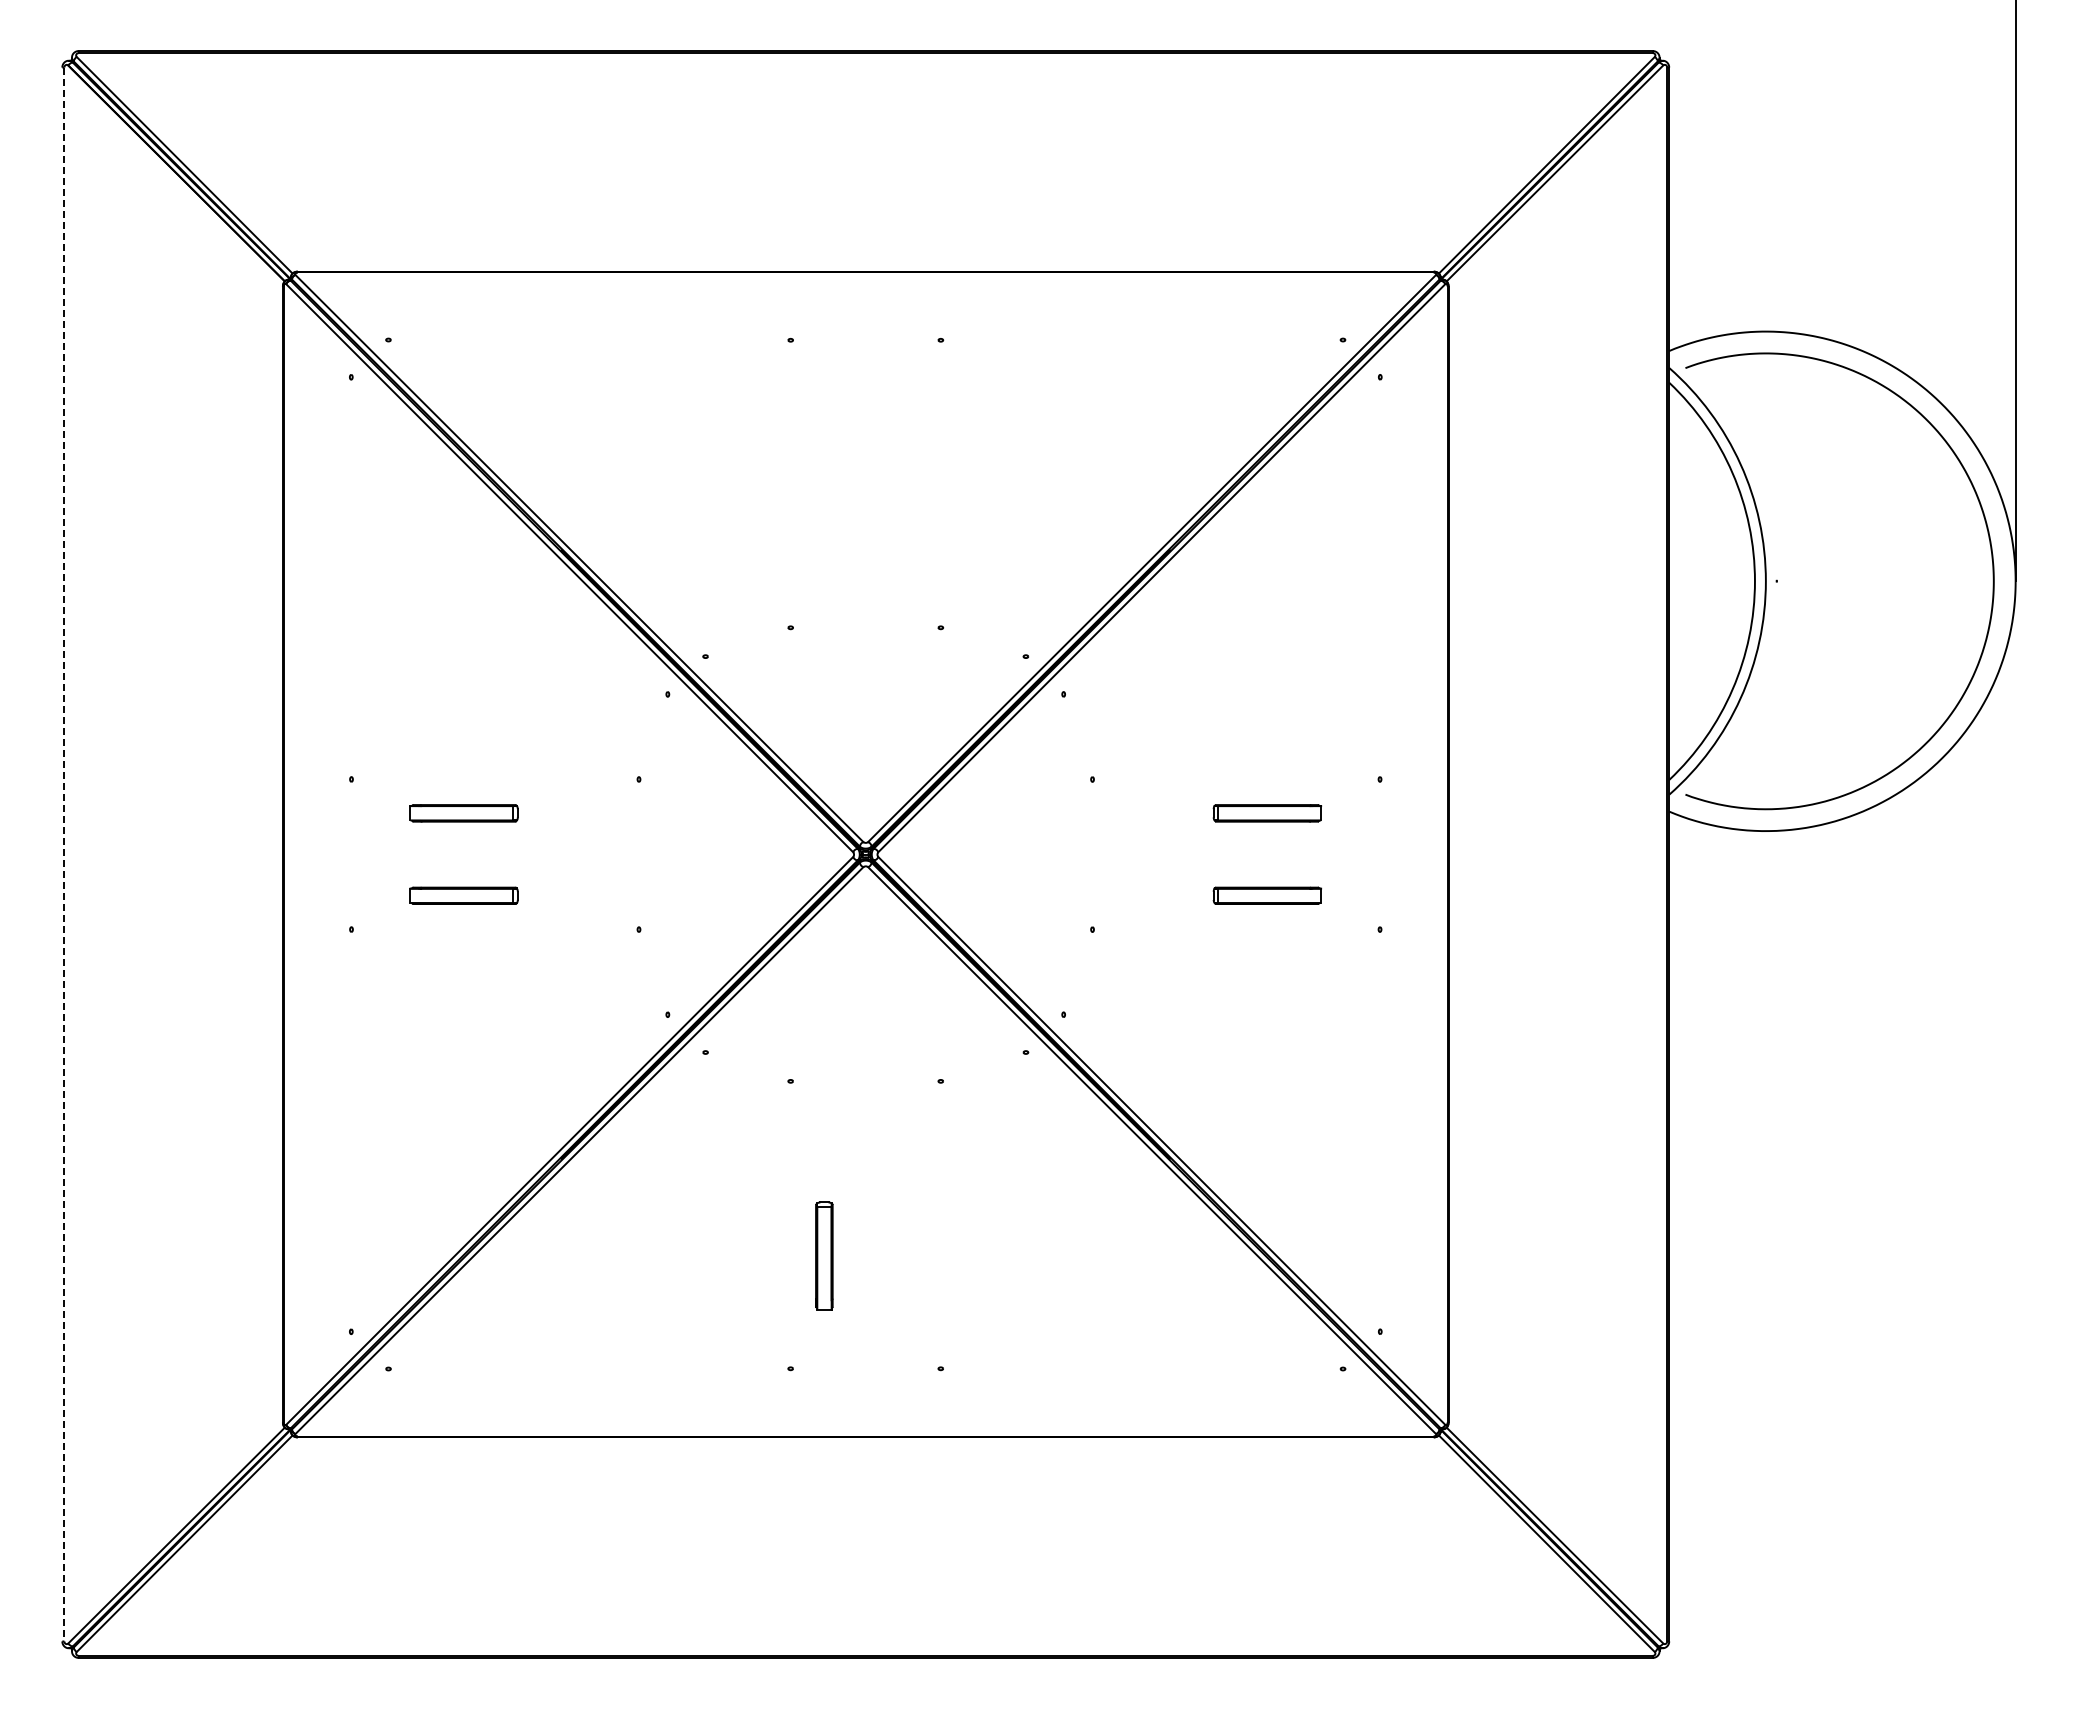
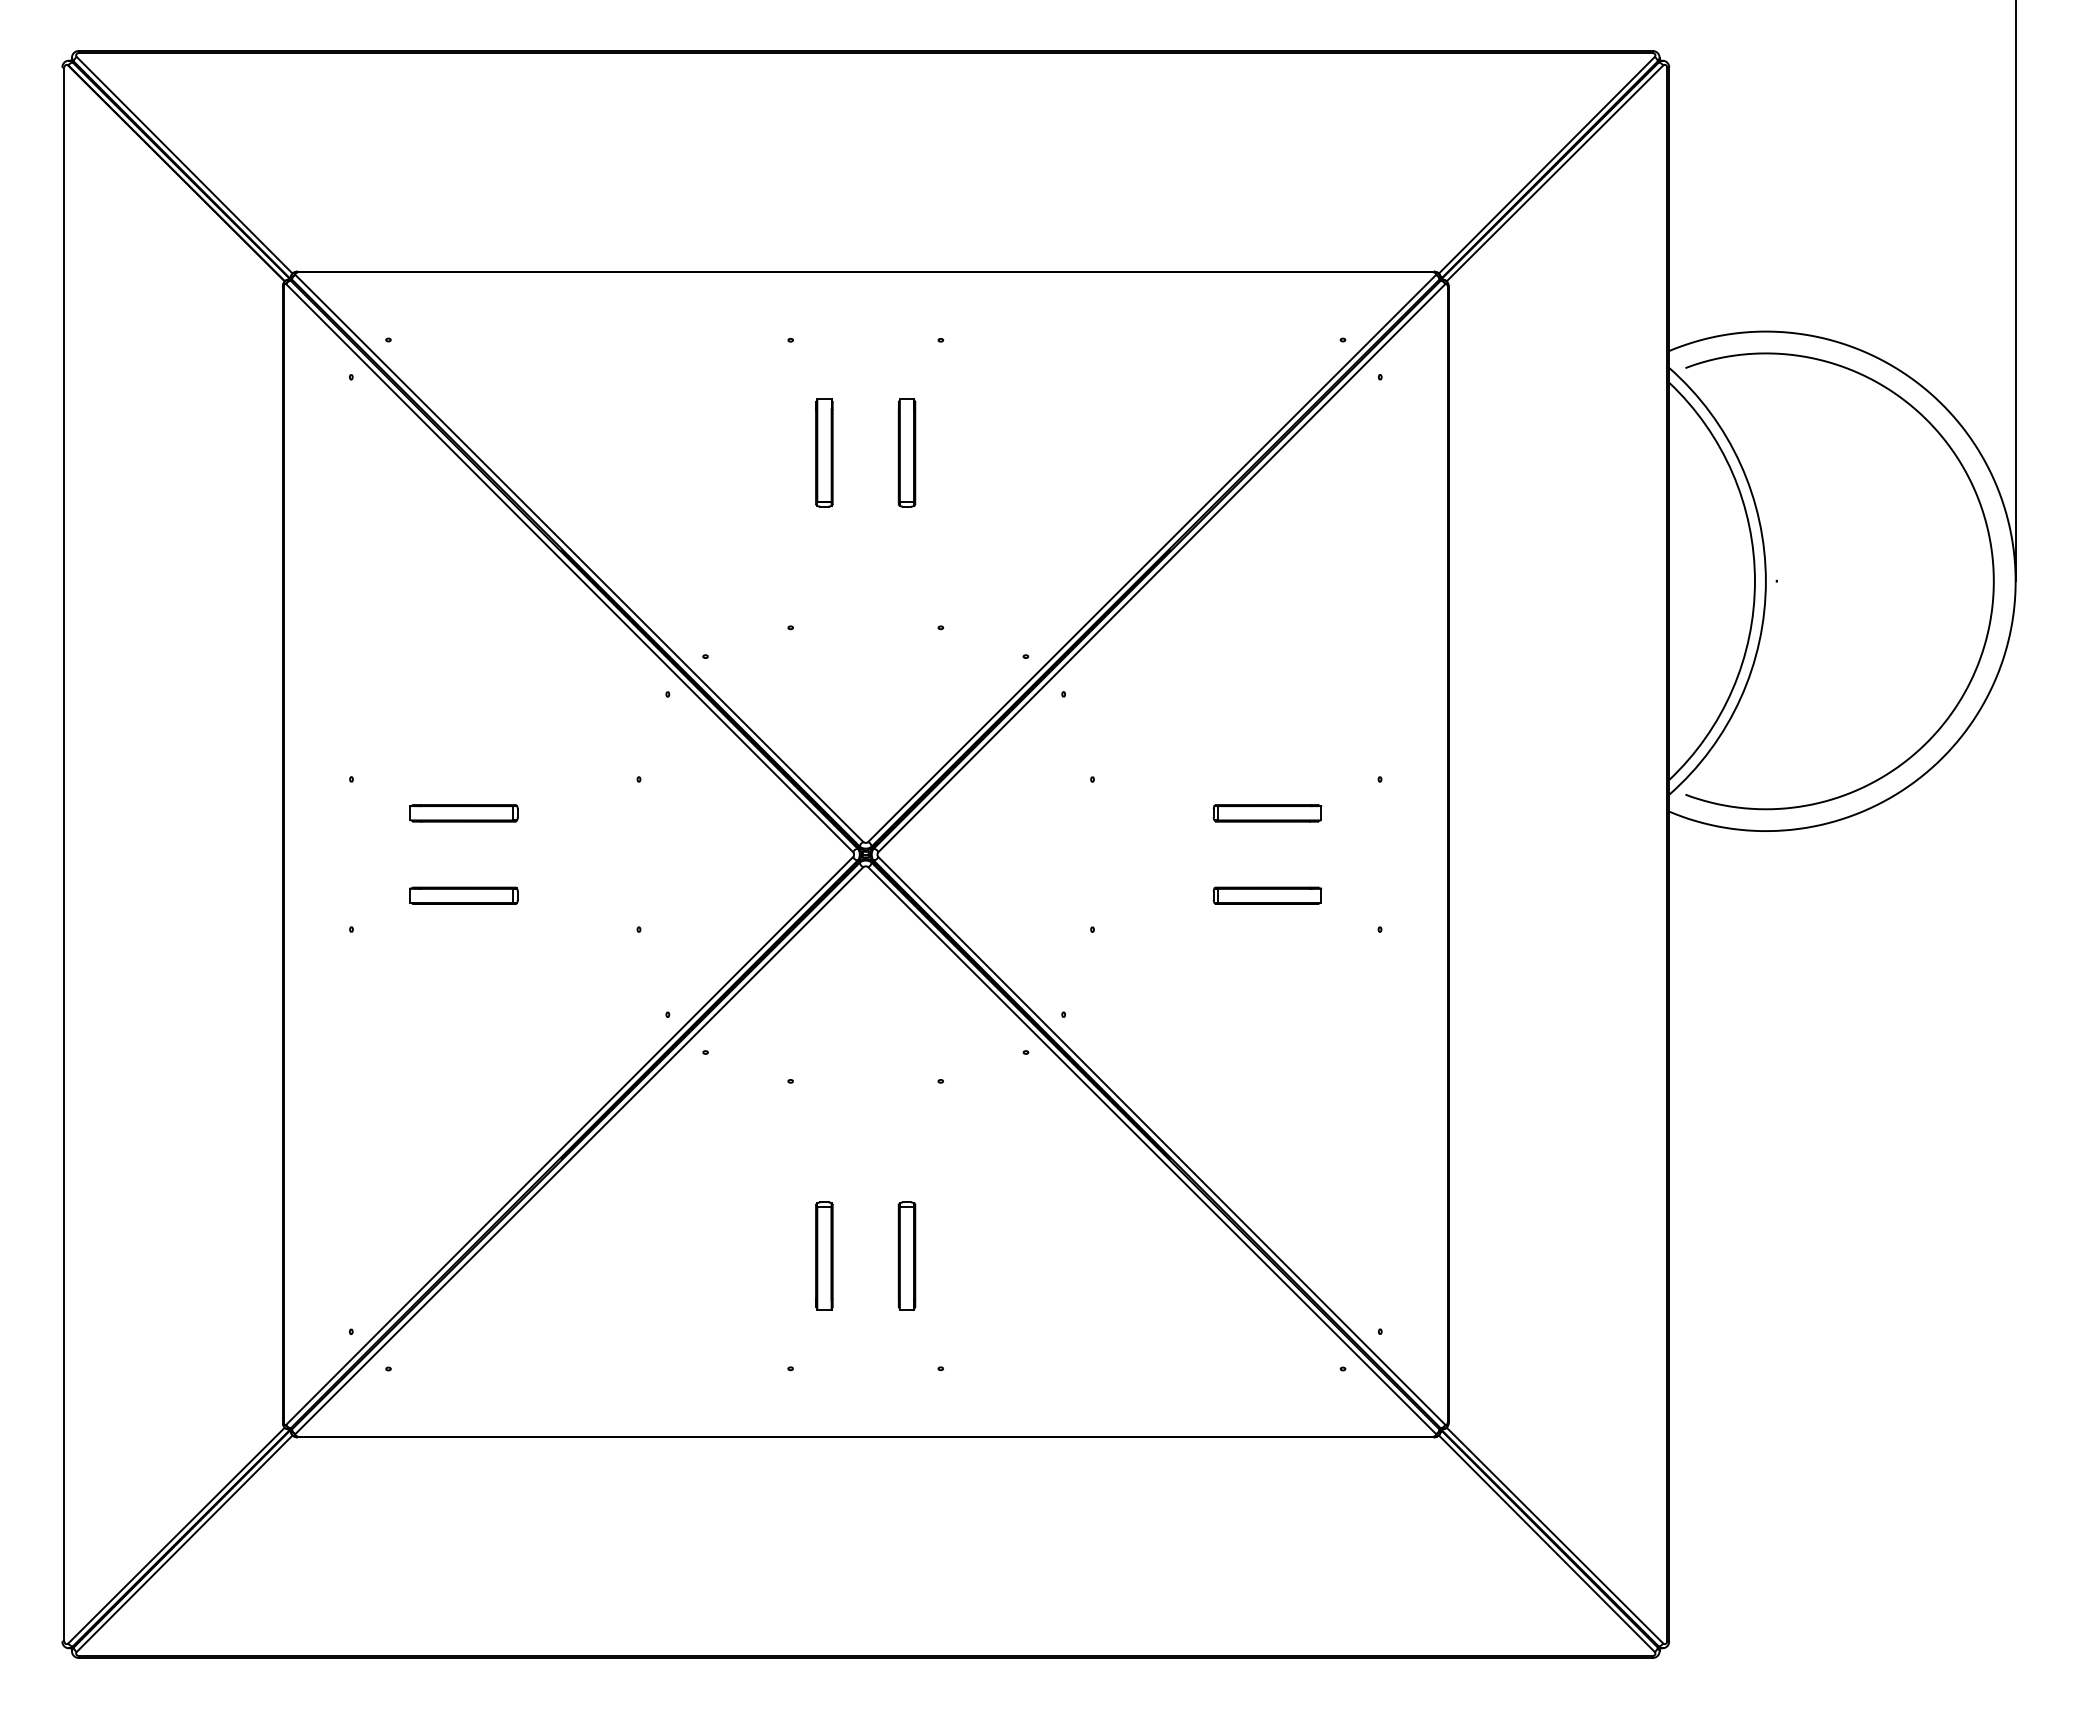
part at (824, 452): none -> present
part at (906, 452): none -> present
line at (64, 854): dashed -> solid
part at (906, 1255): none -> present
